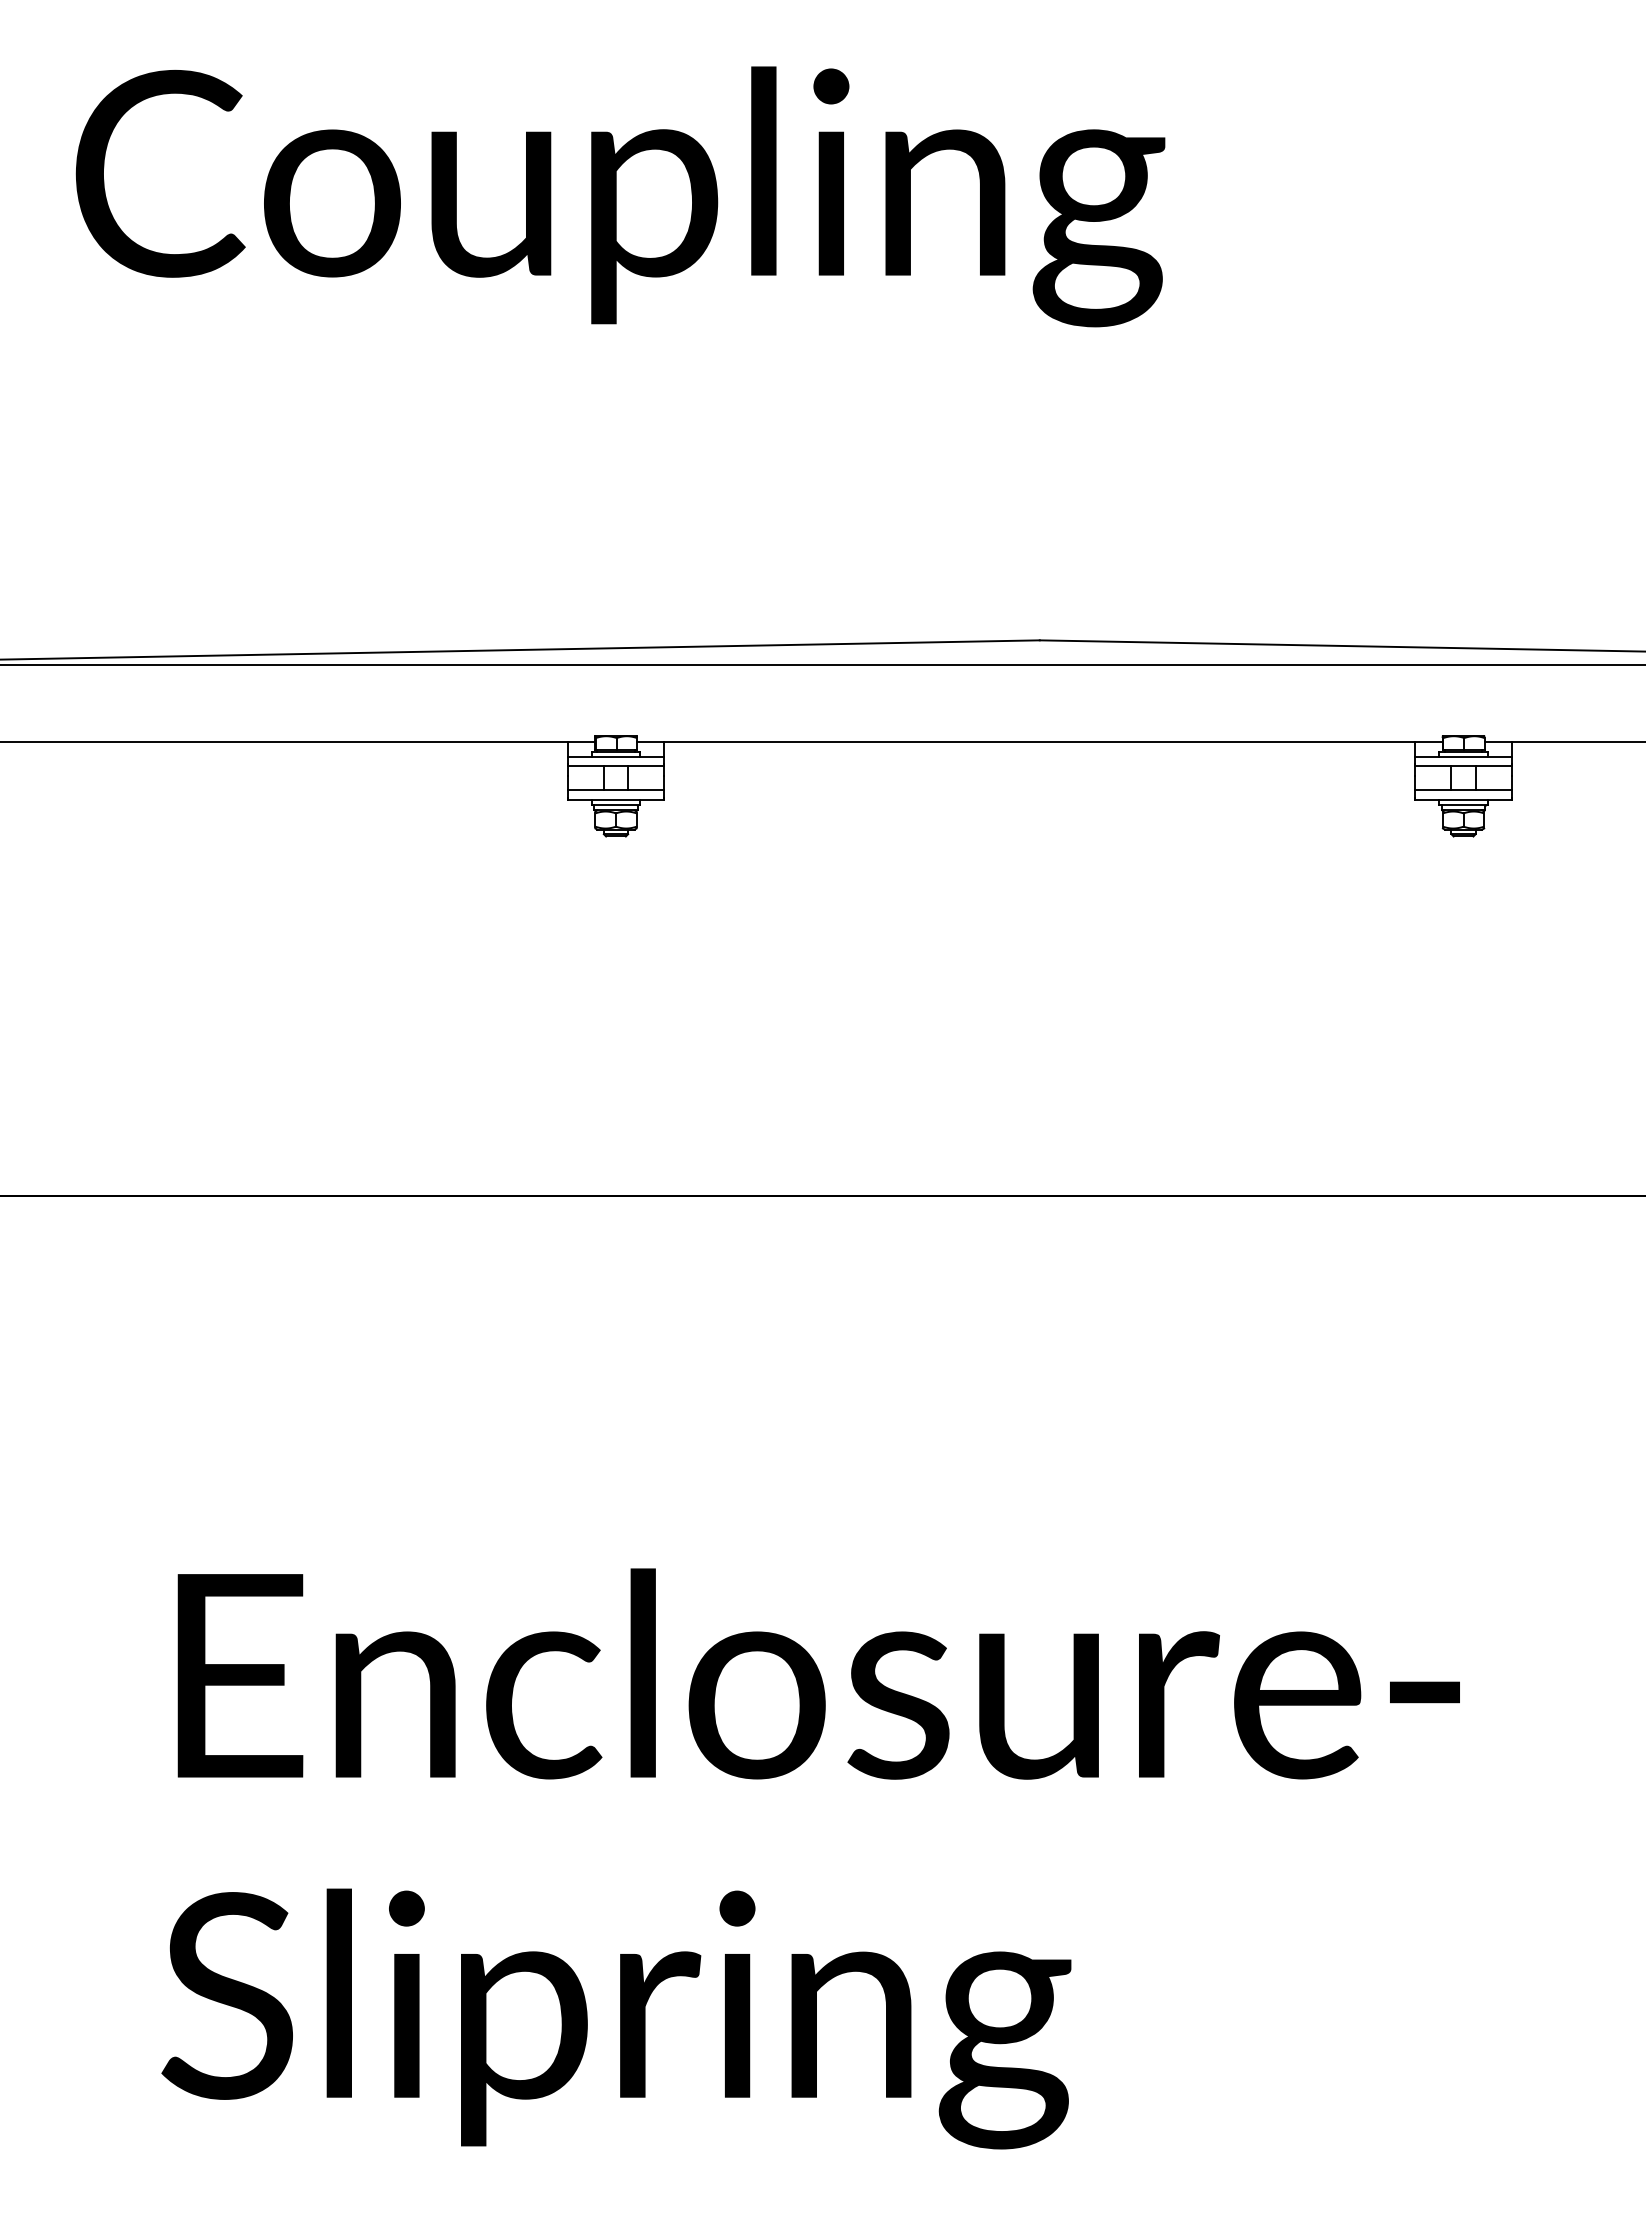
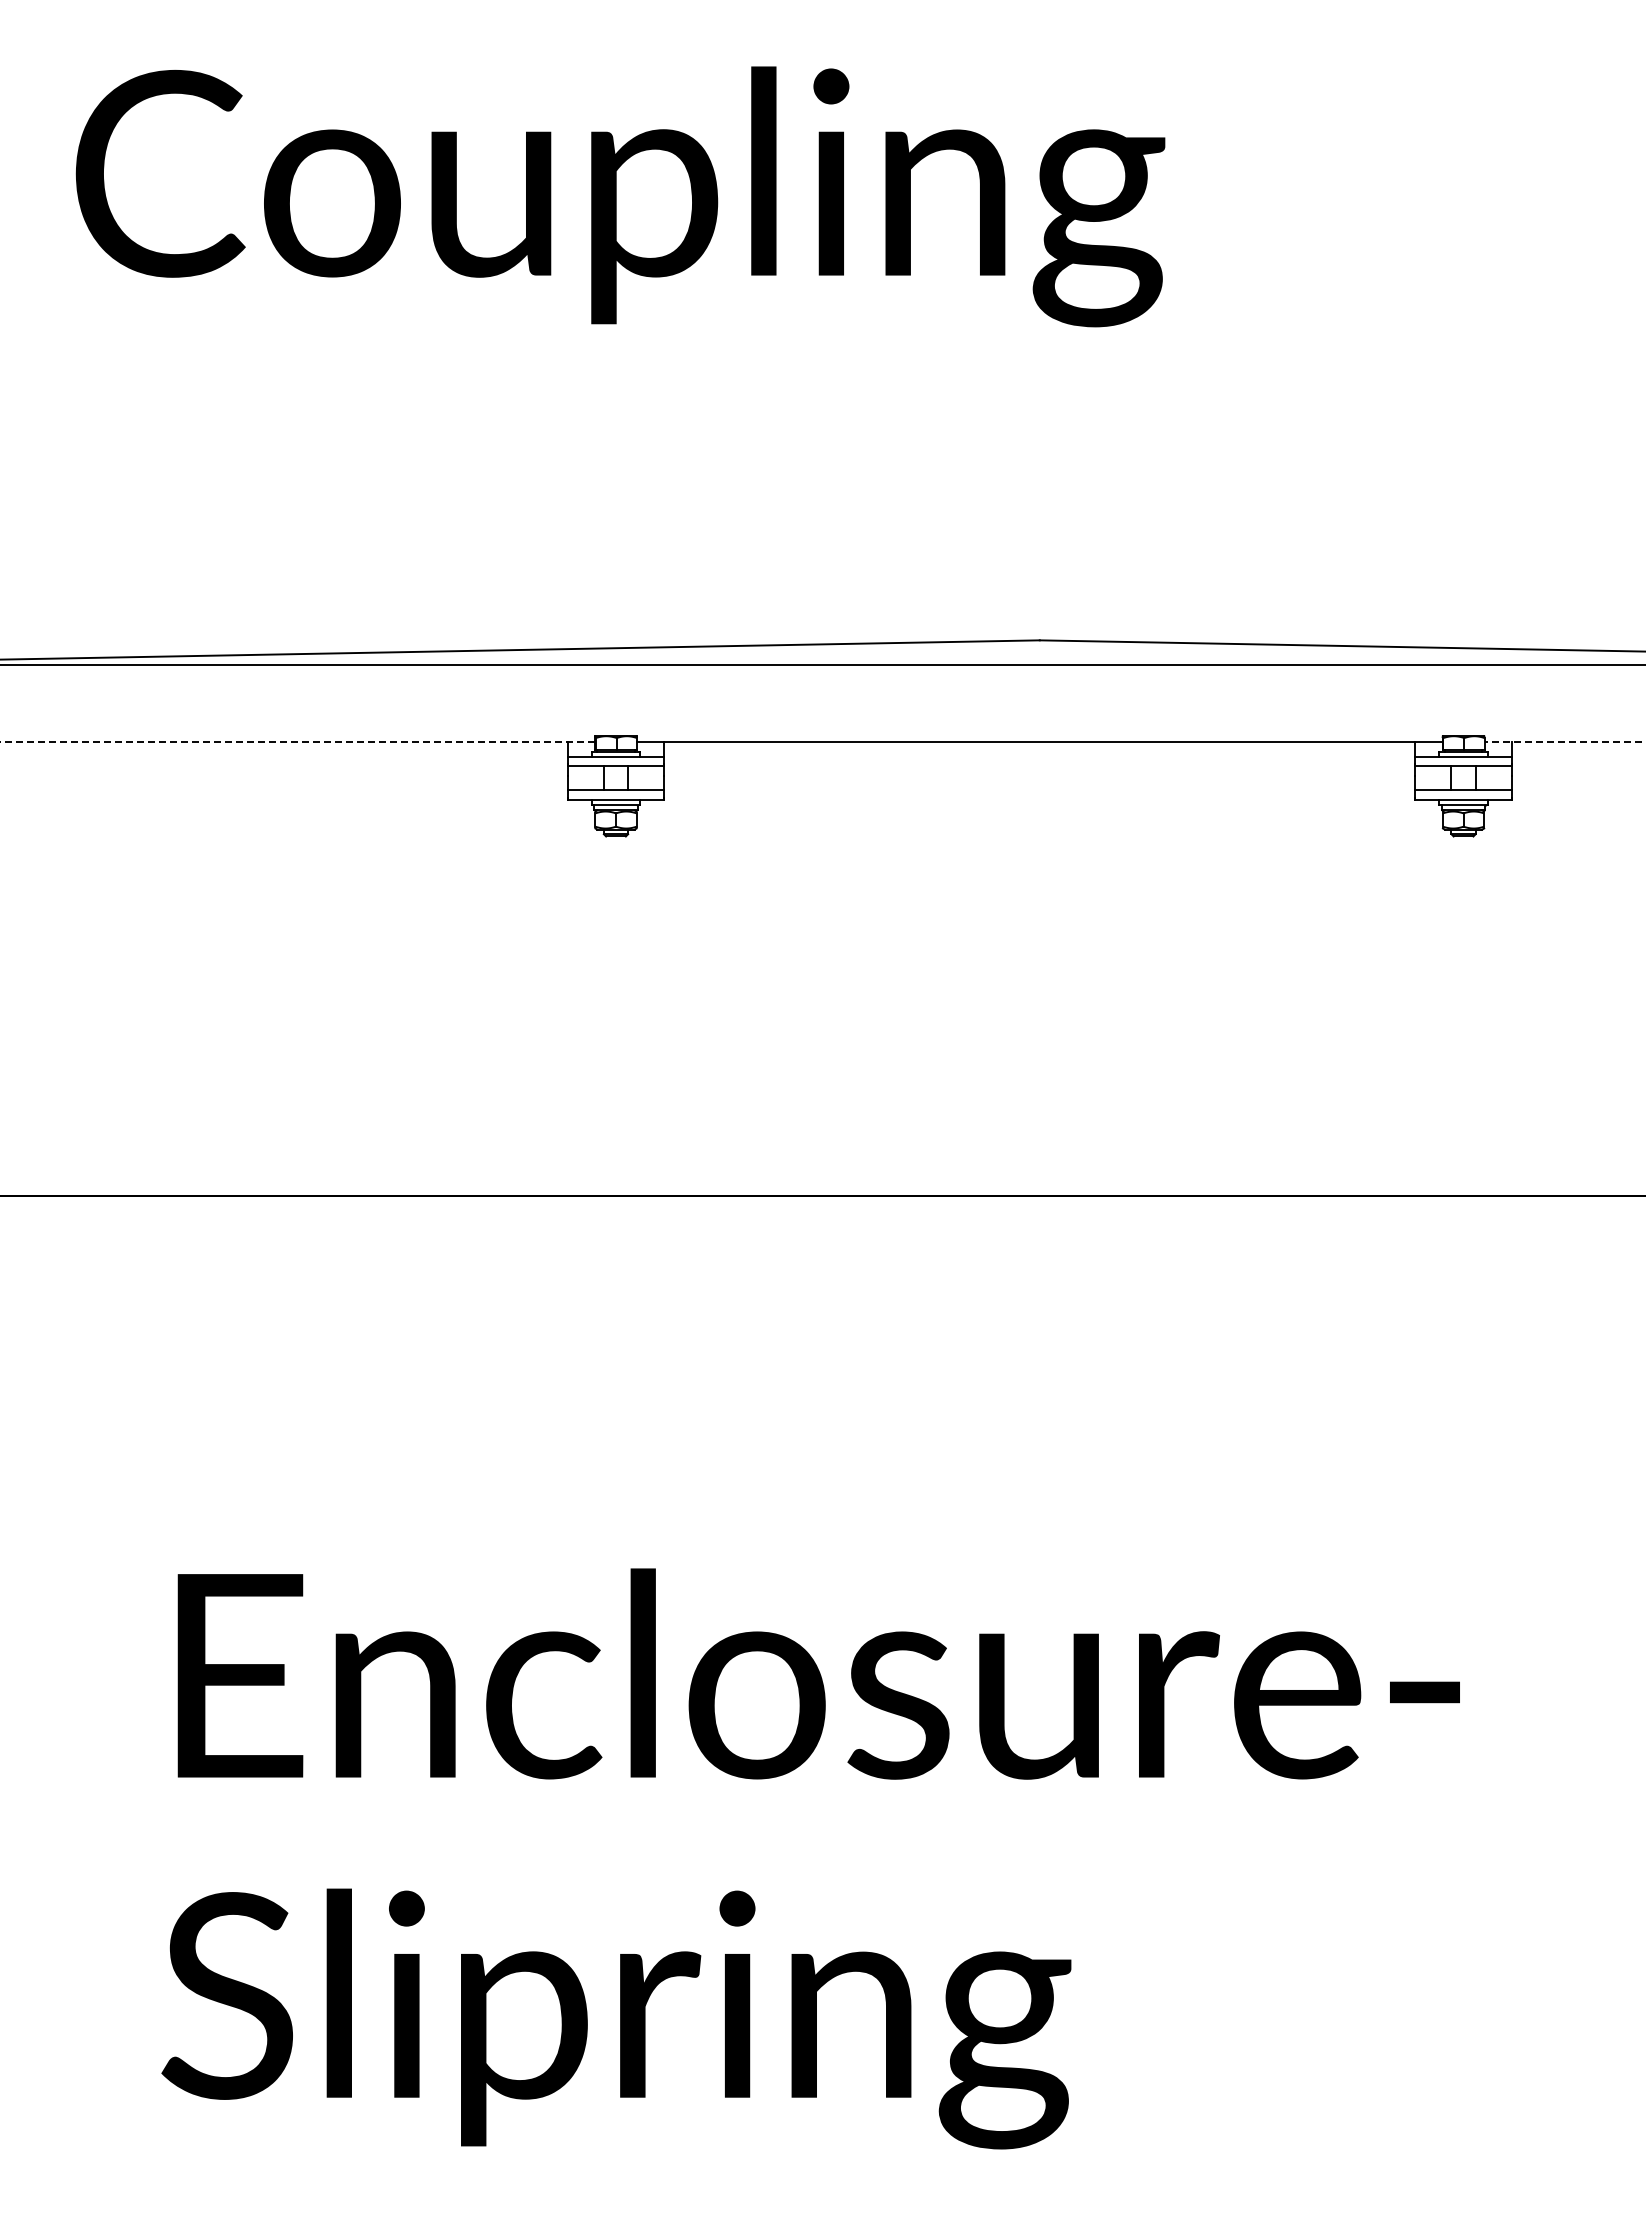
line at (297, 742): solid -> dashed
line at (1564, 742): solid -> dashed
